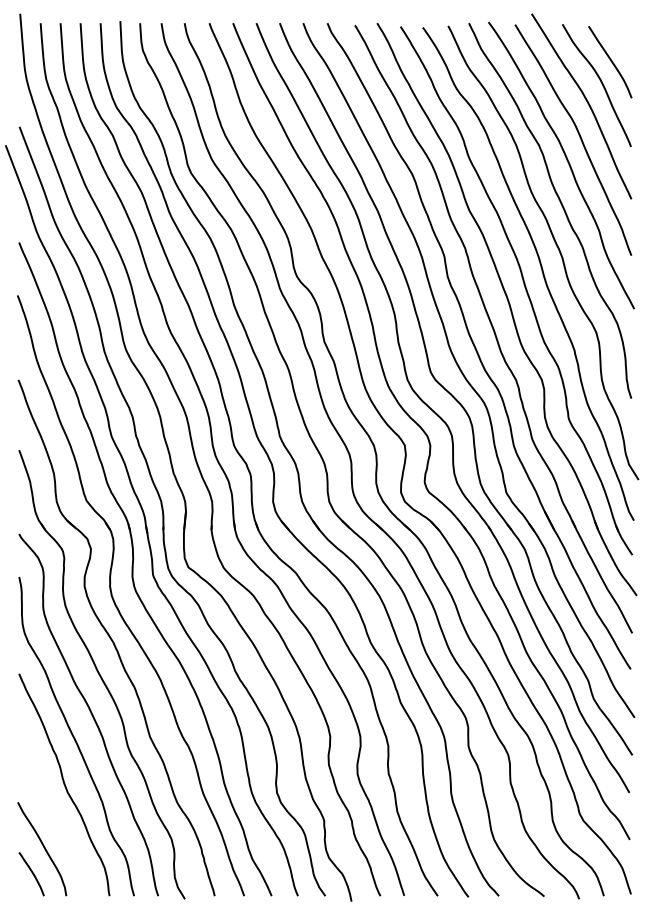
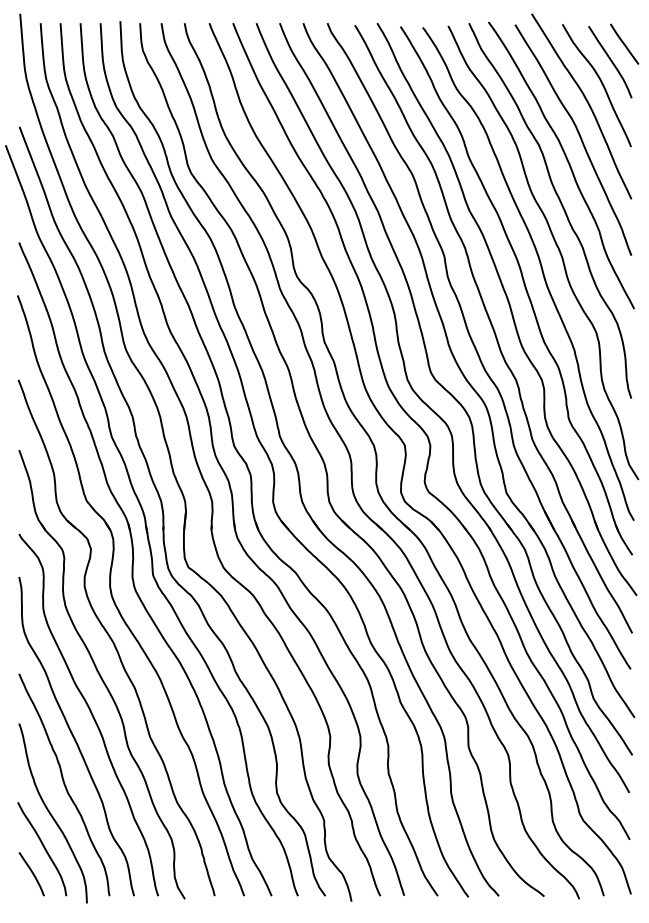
line at (624, 43): none -> present
curve at (51, 813): none -> present
